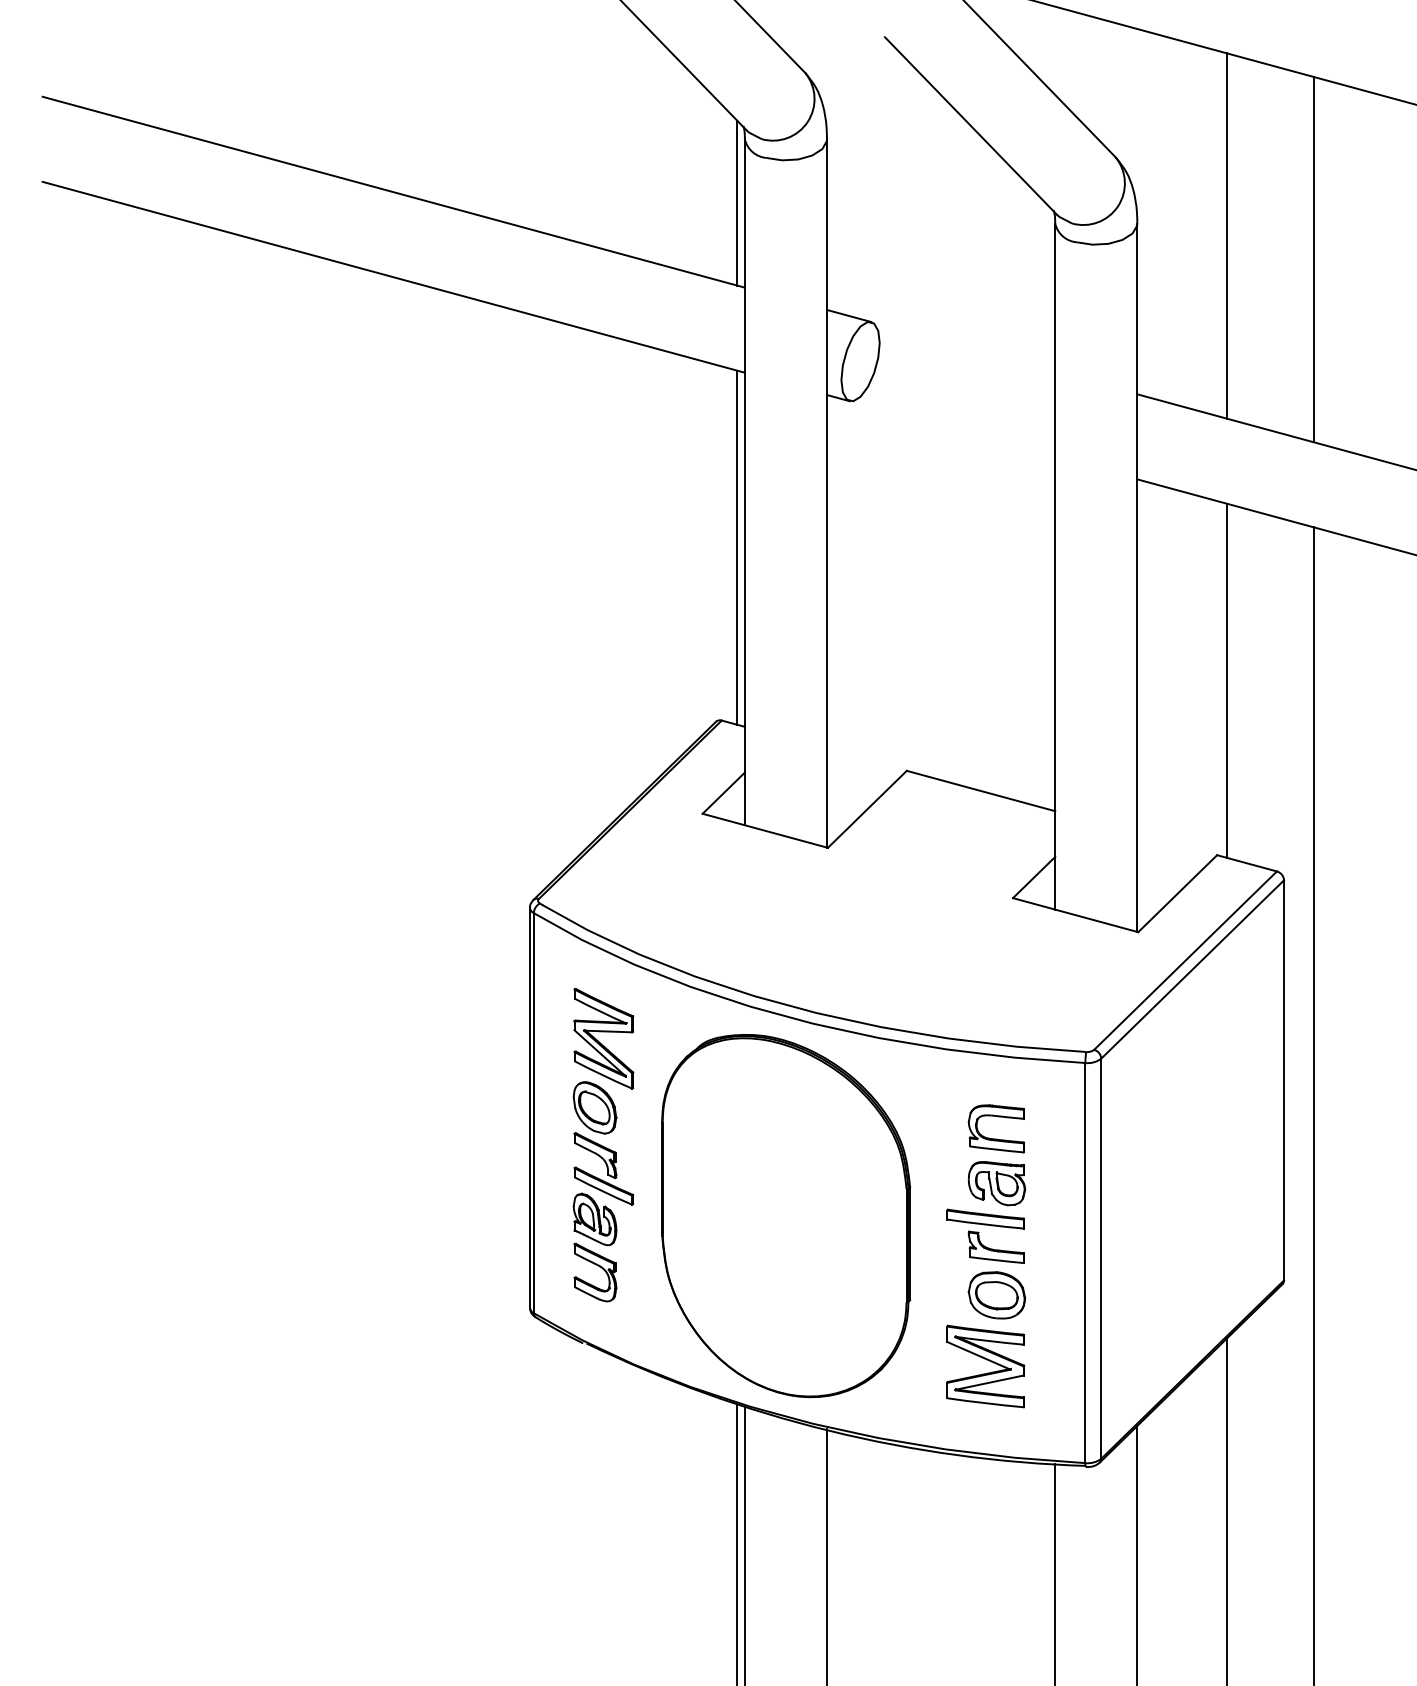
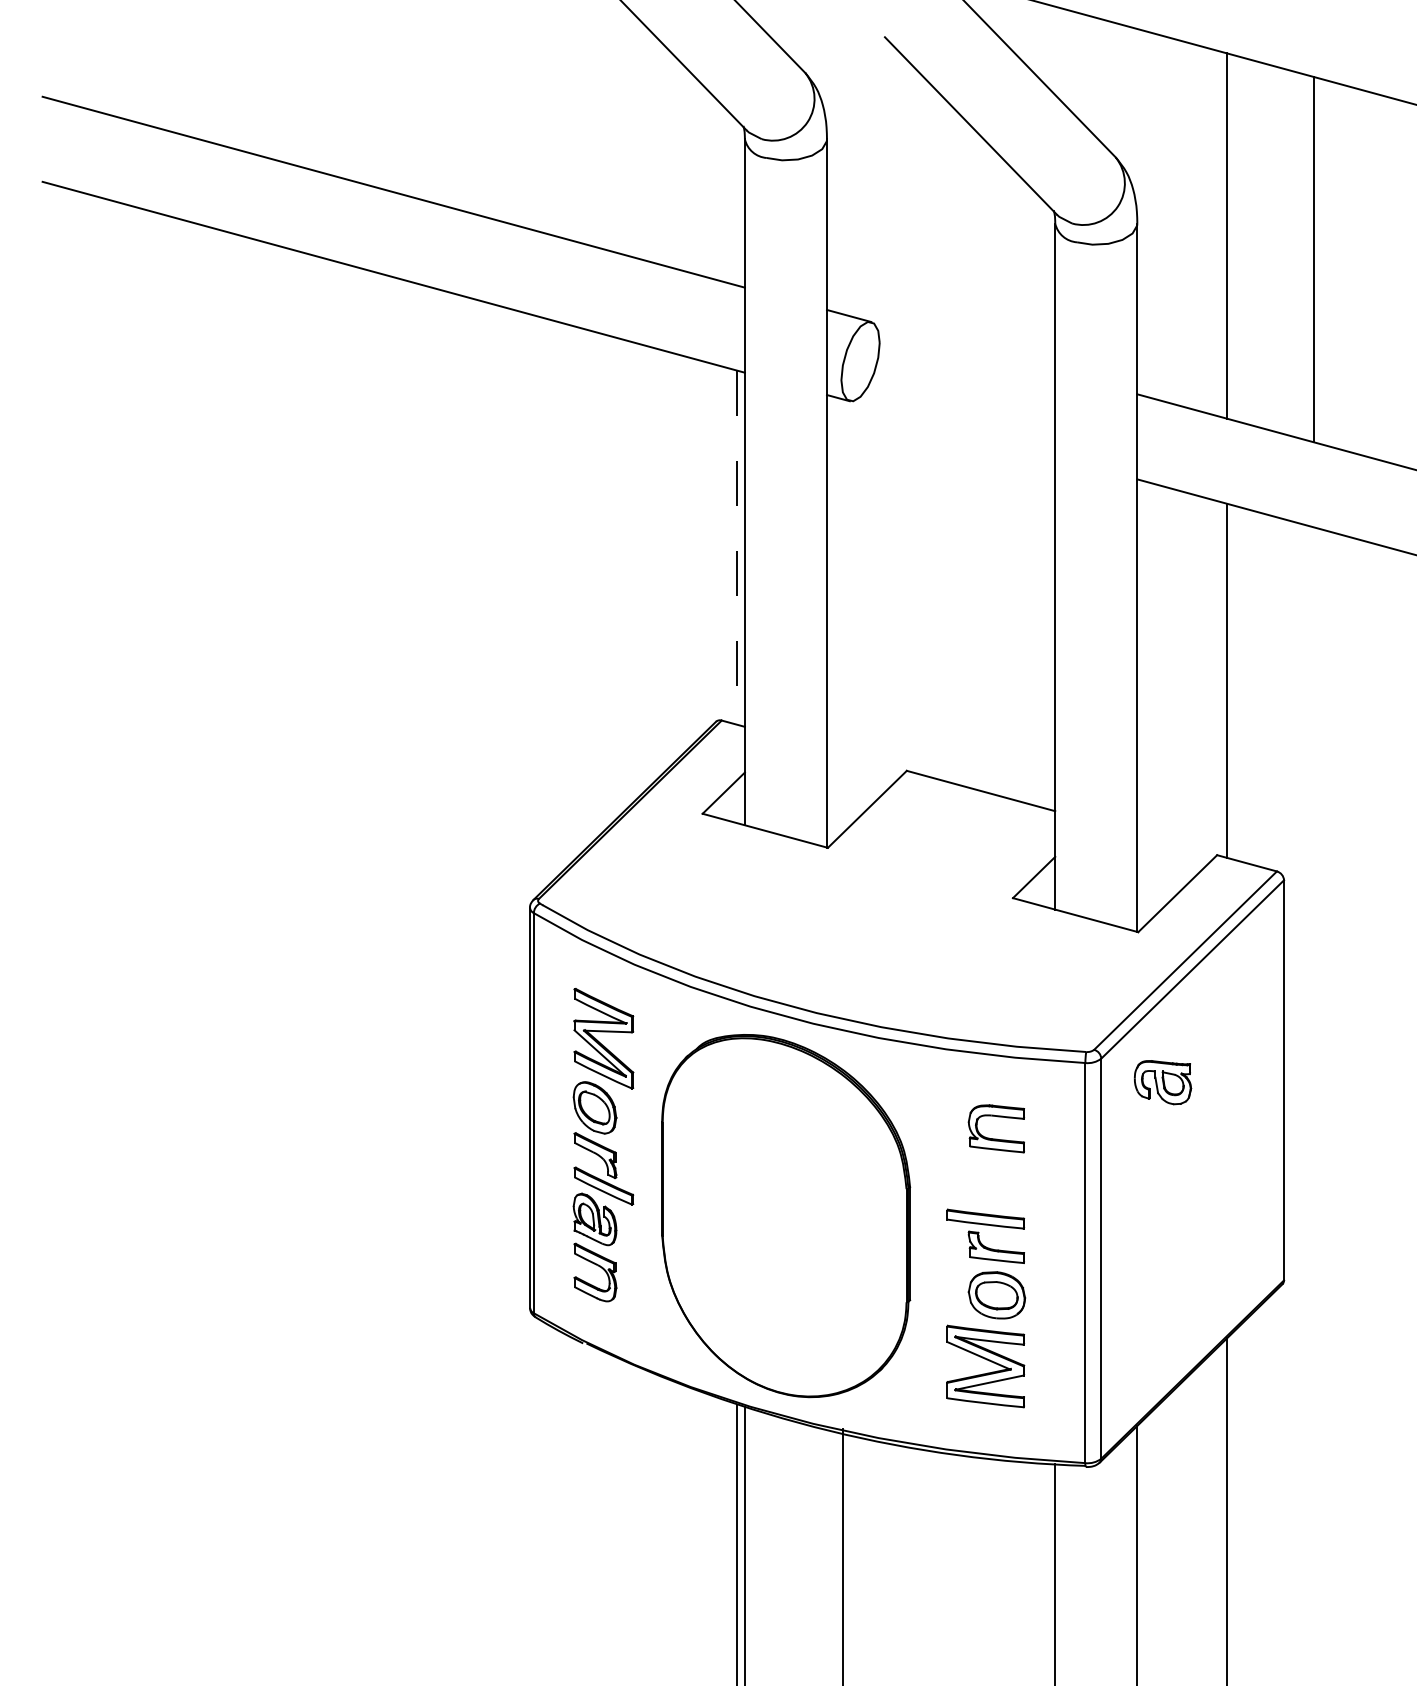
line at (737, 202): present -> none
line at (737, 548): solid -> dashed
line at (1314, 1104): present -> none
part at (997, 1183) position: (997, 1183) -> (1163, 1082)
line at (827, 1555) position: (827, 1555) -> (843, 1555)
